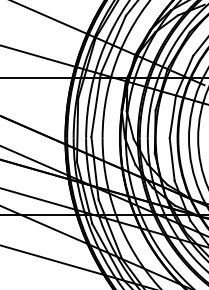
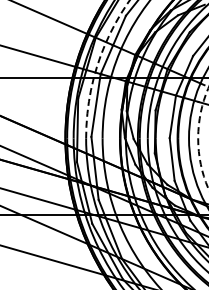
arc at (96, 66): solid -> dashed
circle at (203, 137): solid -> dashed
